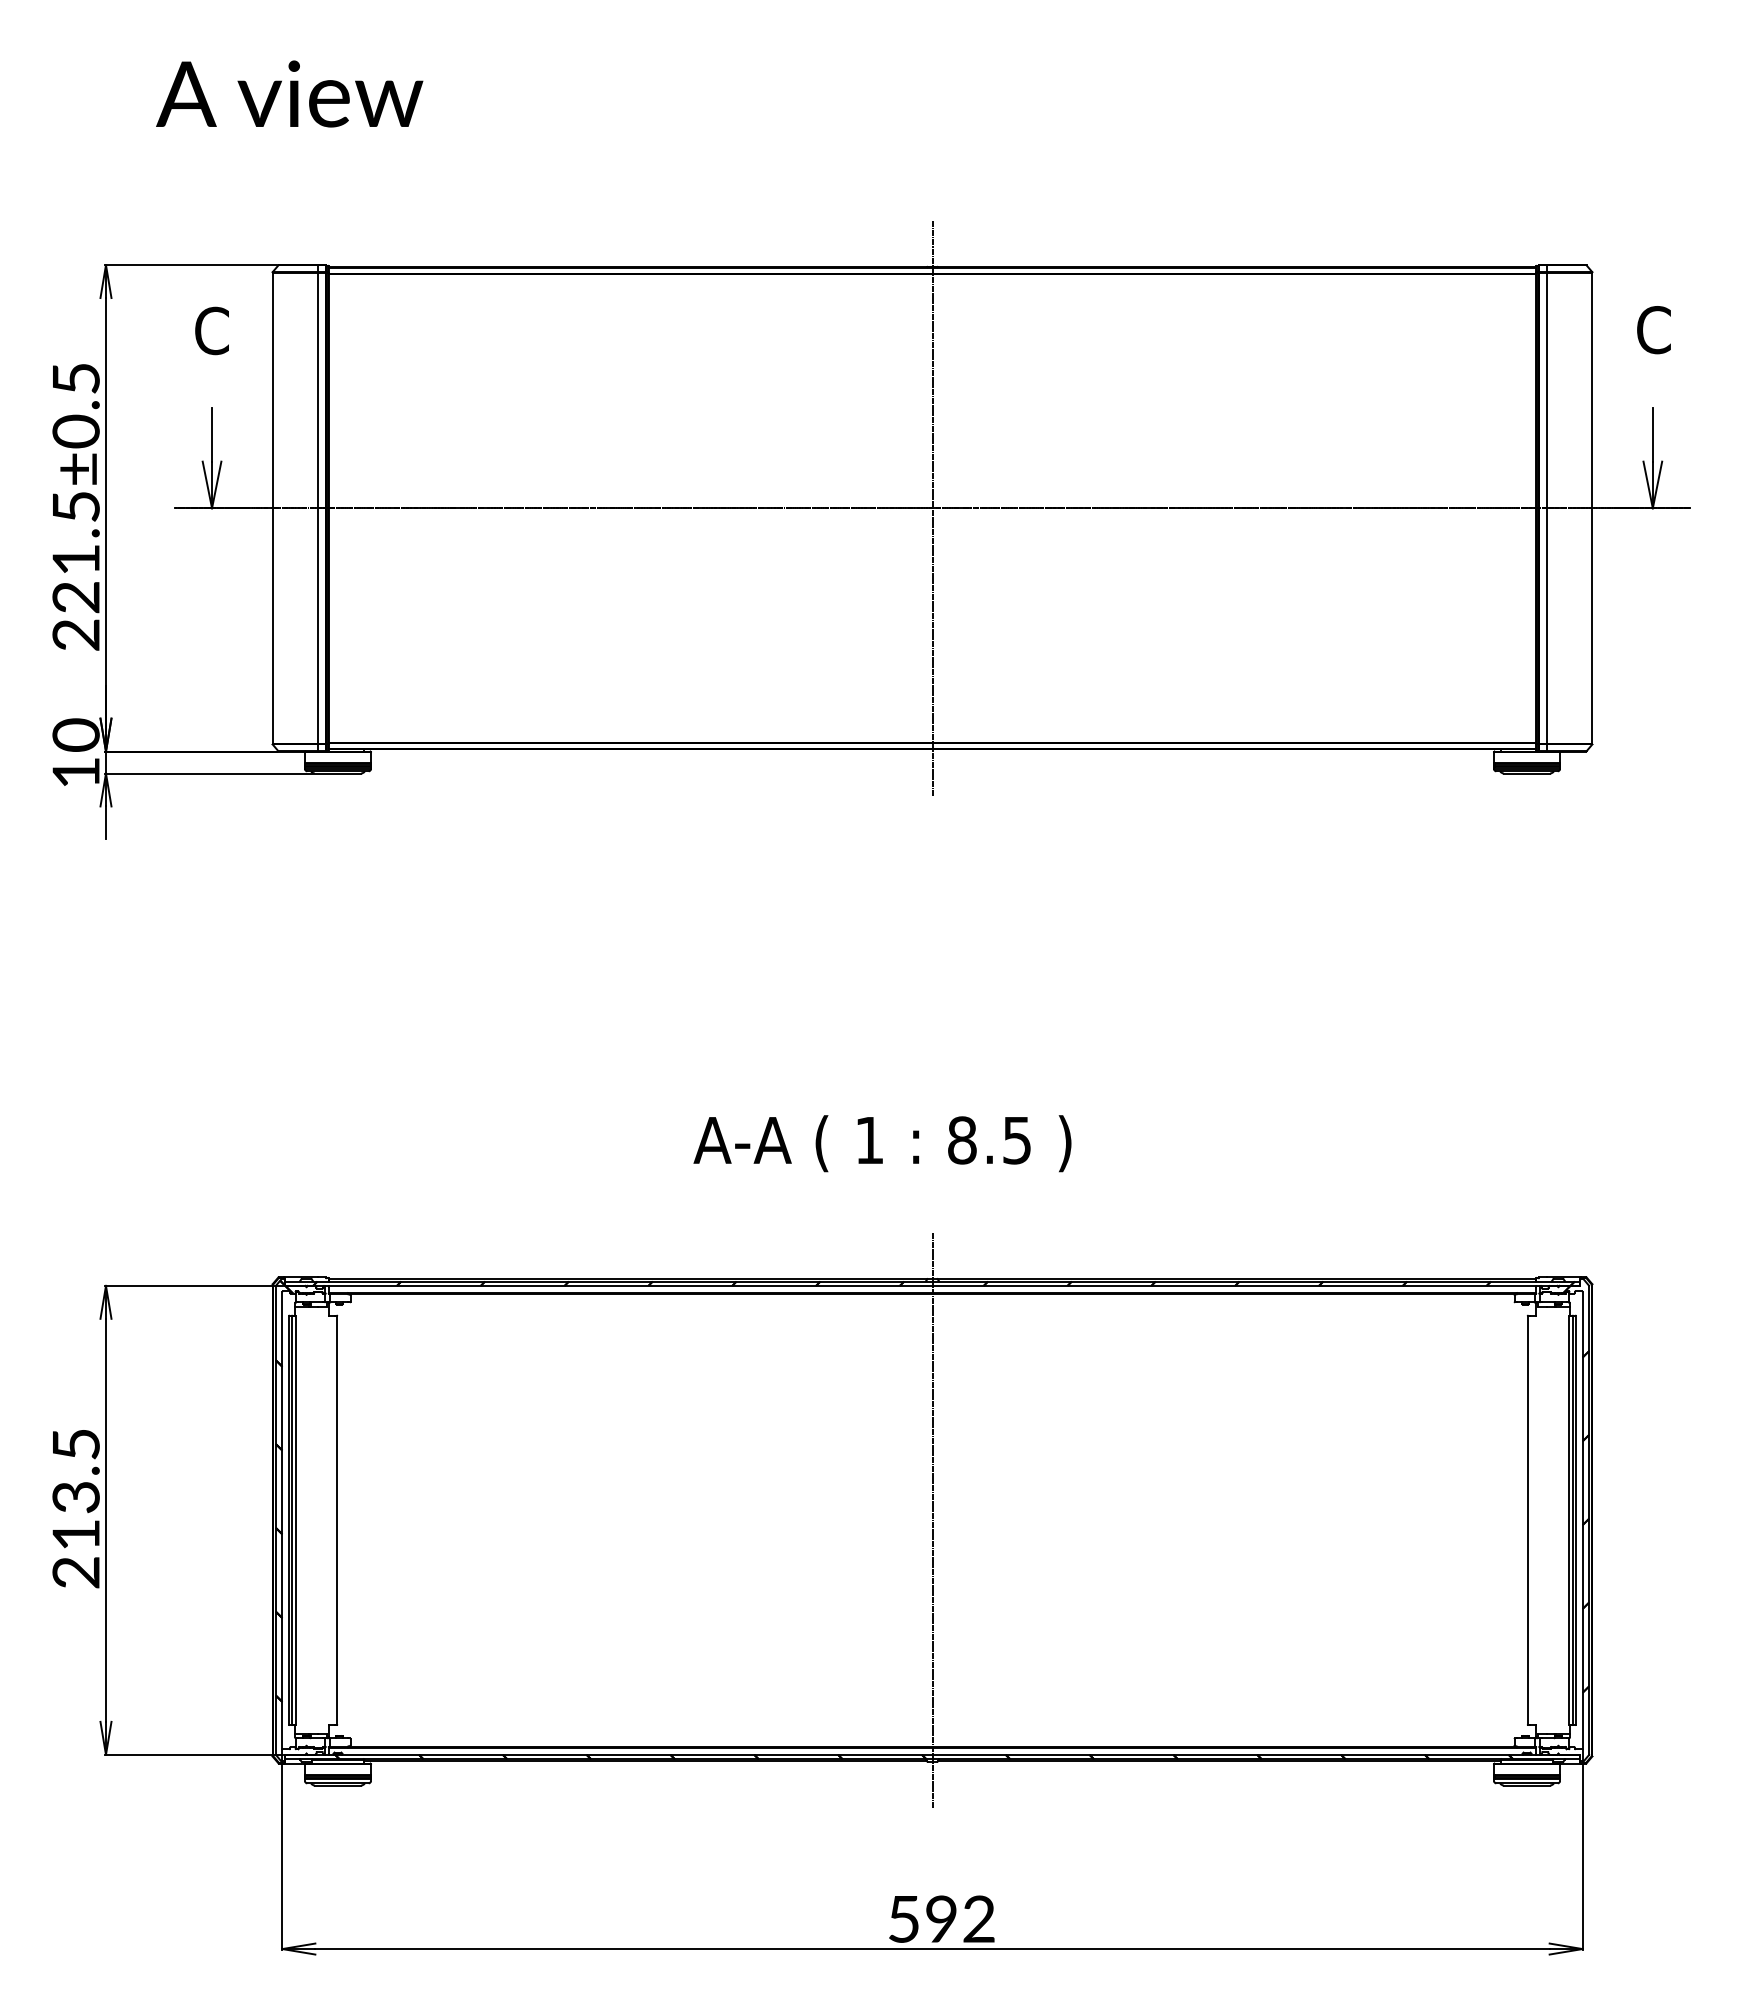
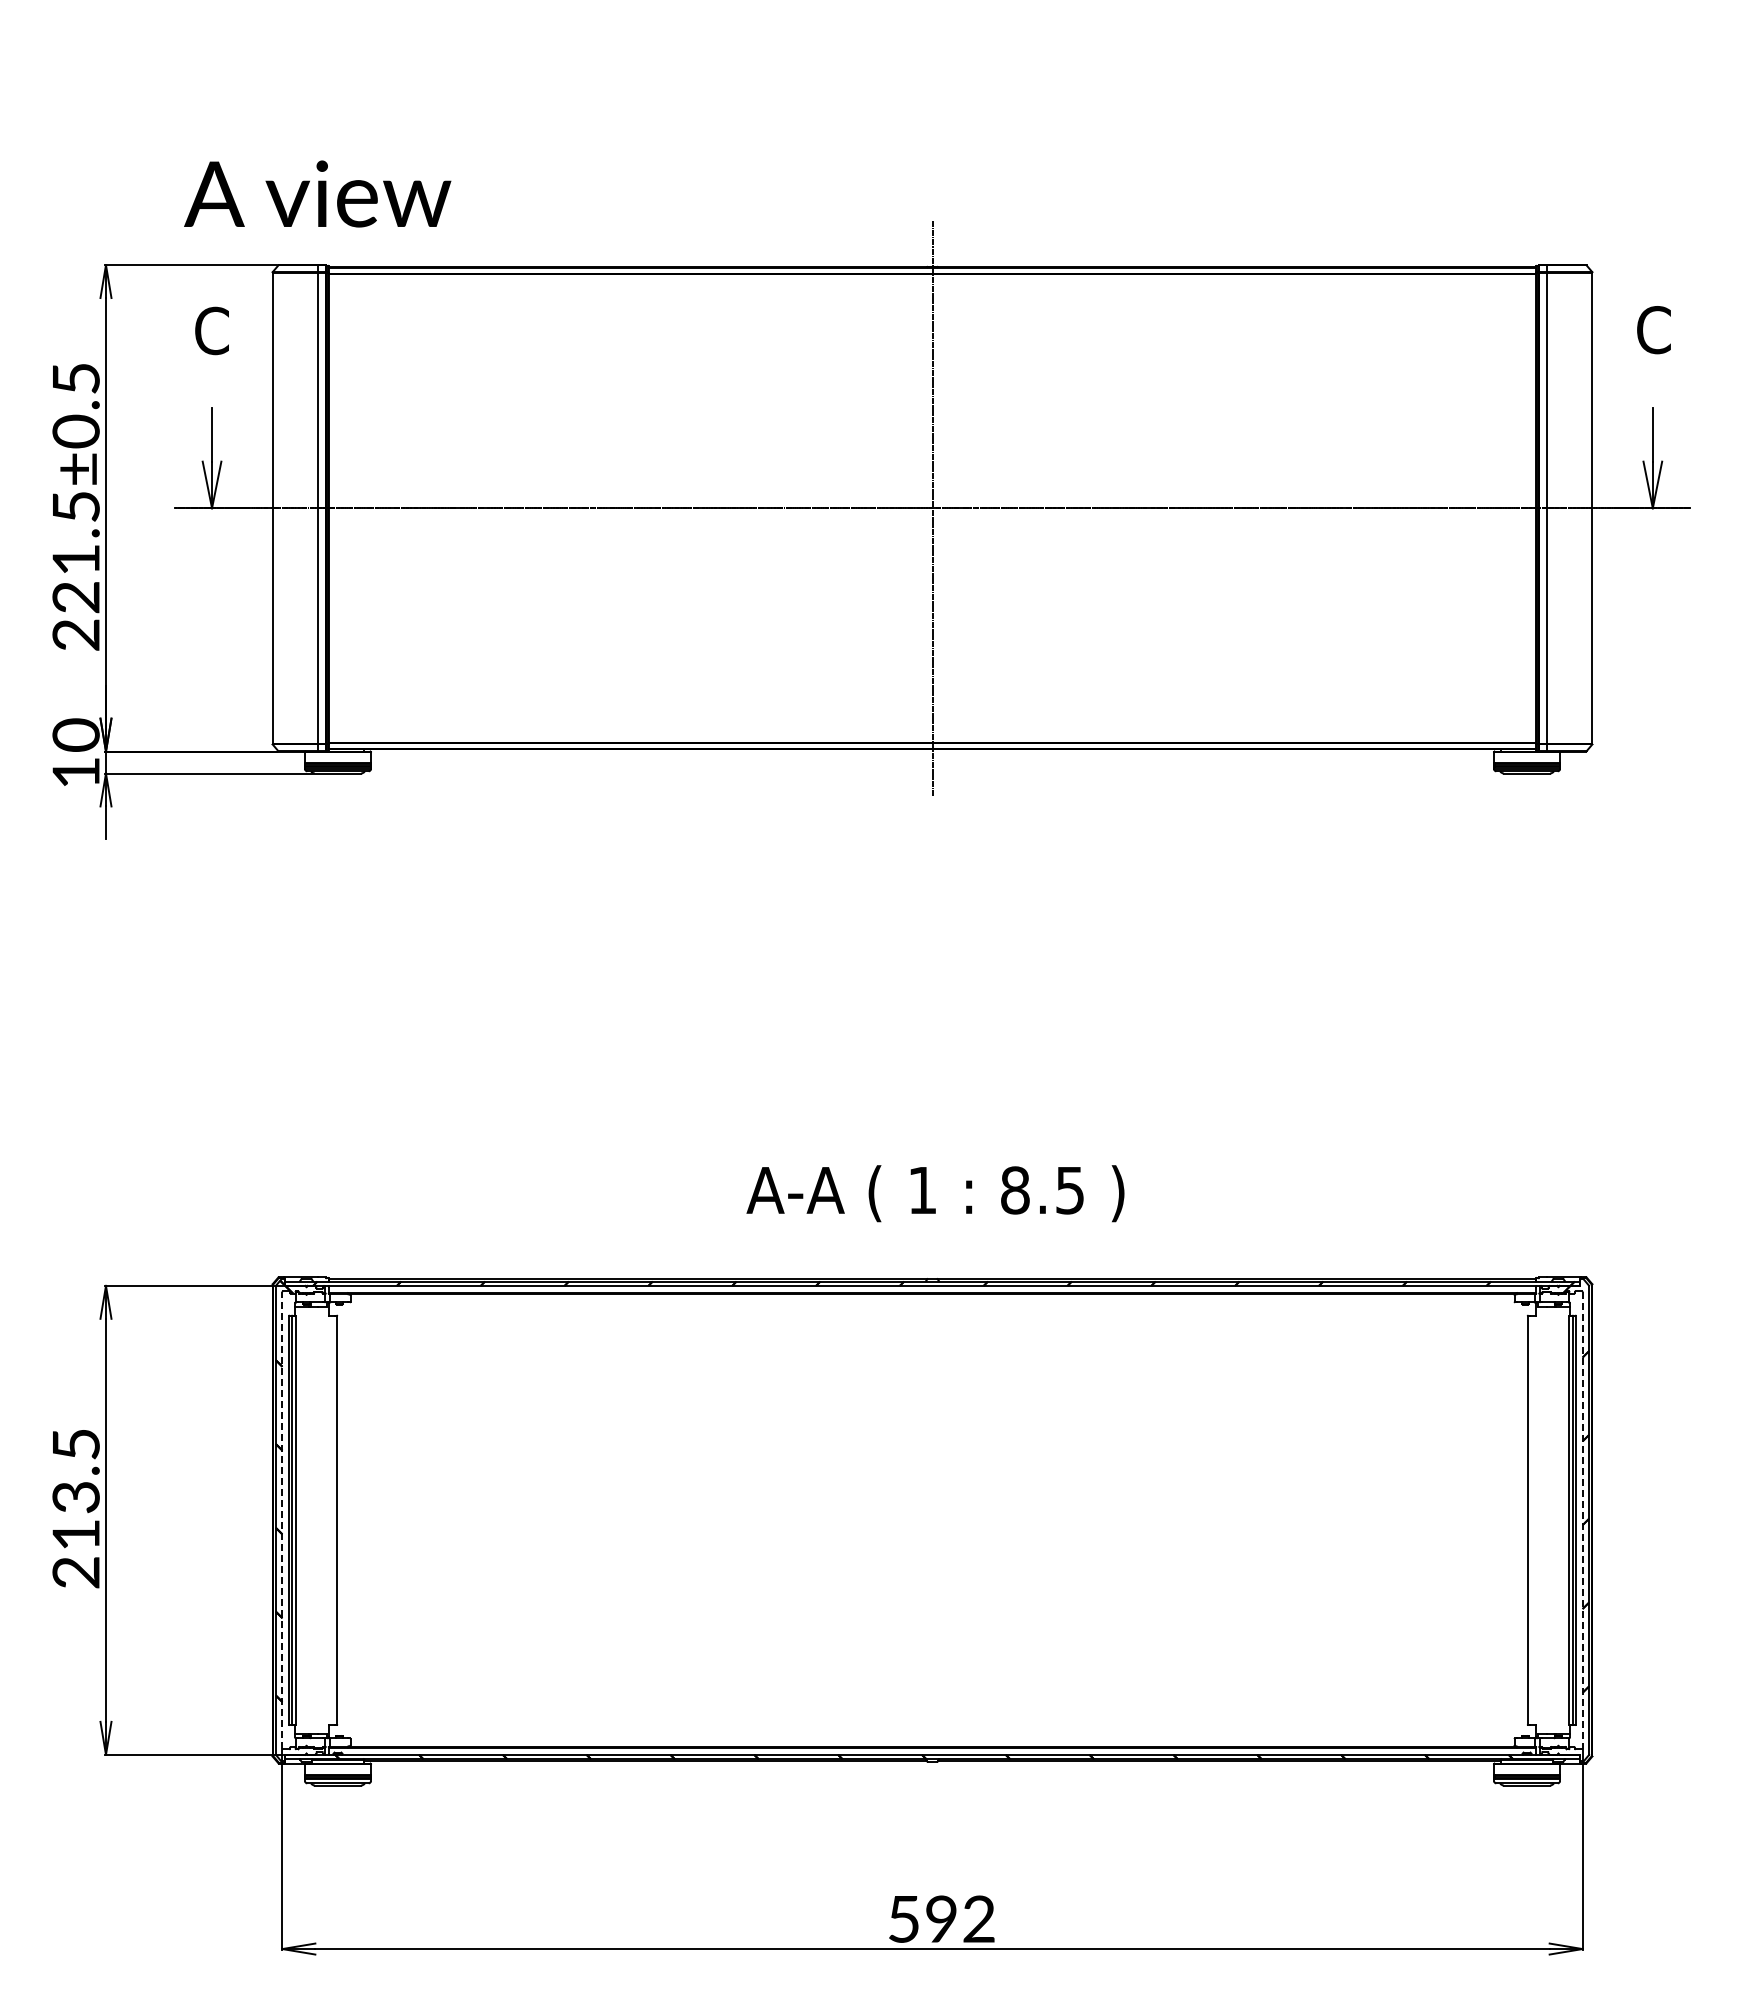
text at (289, 93) position: (289, 93) -> (317, 193)
text at (882, 1143) position: (882, 1143) -> (935, 1193)
line at (282, 1519): solid -> dashed
line at (932, 1520): present -> none
line at (1582, 1520): solid -> dashed
